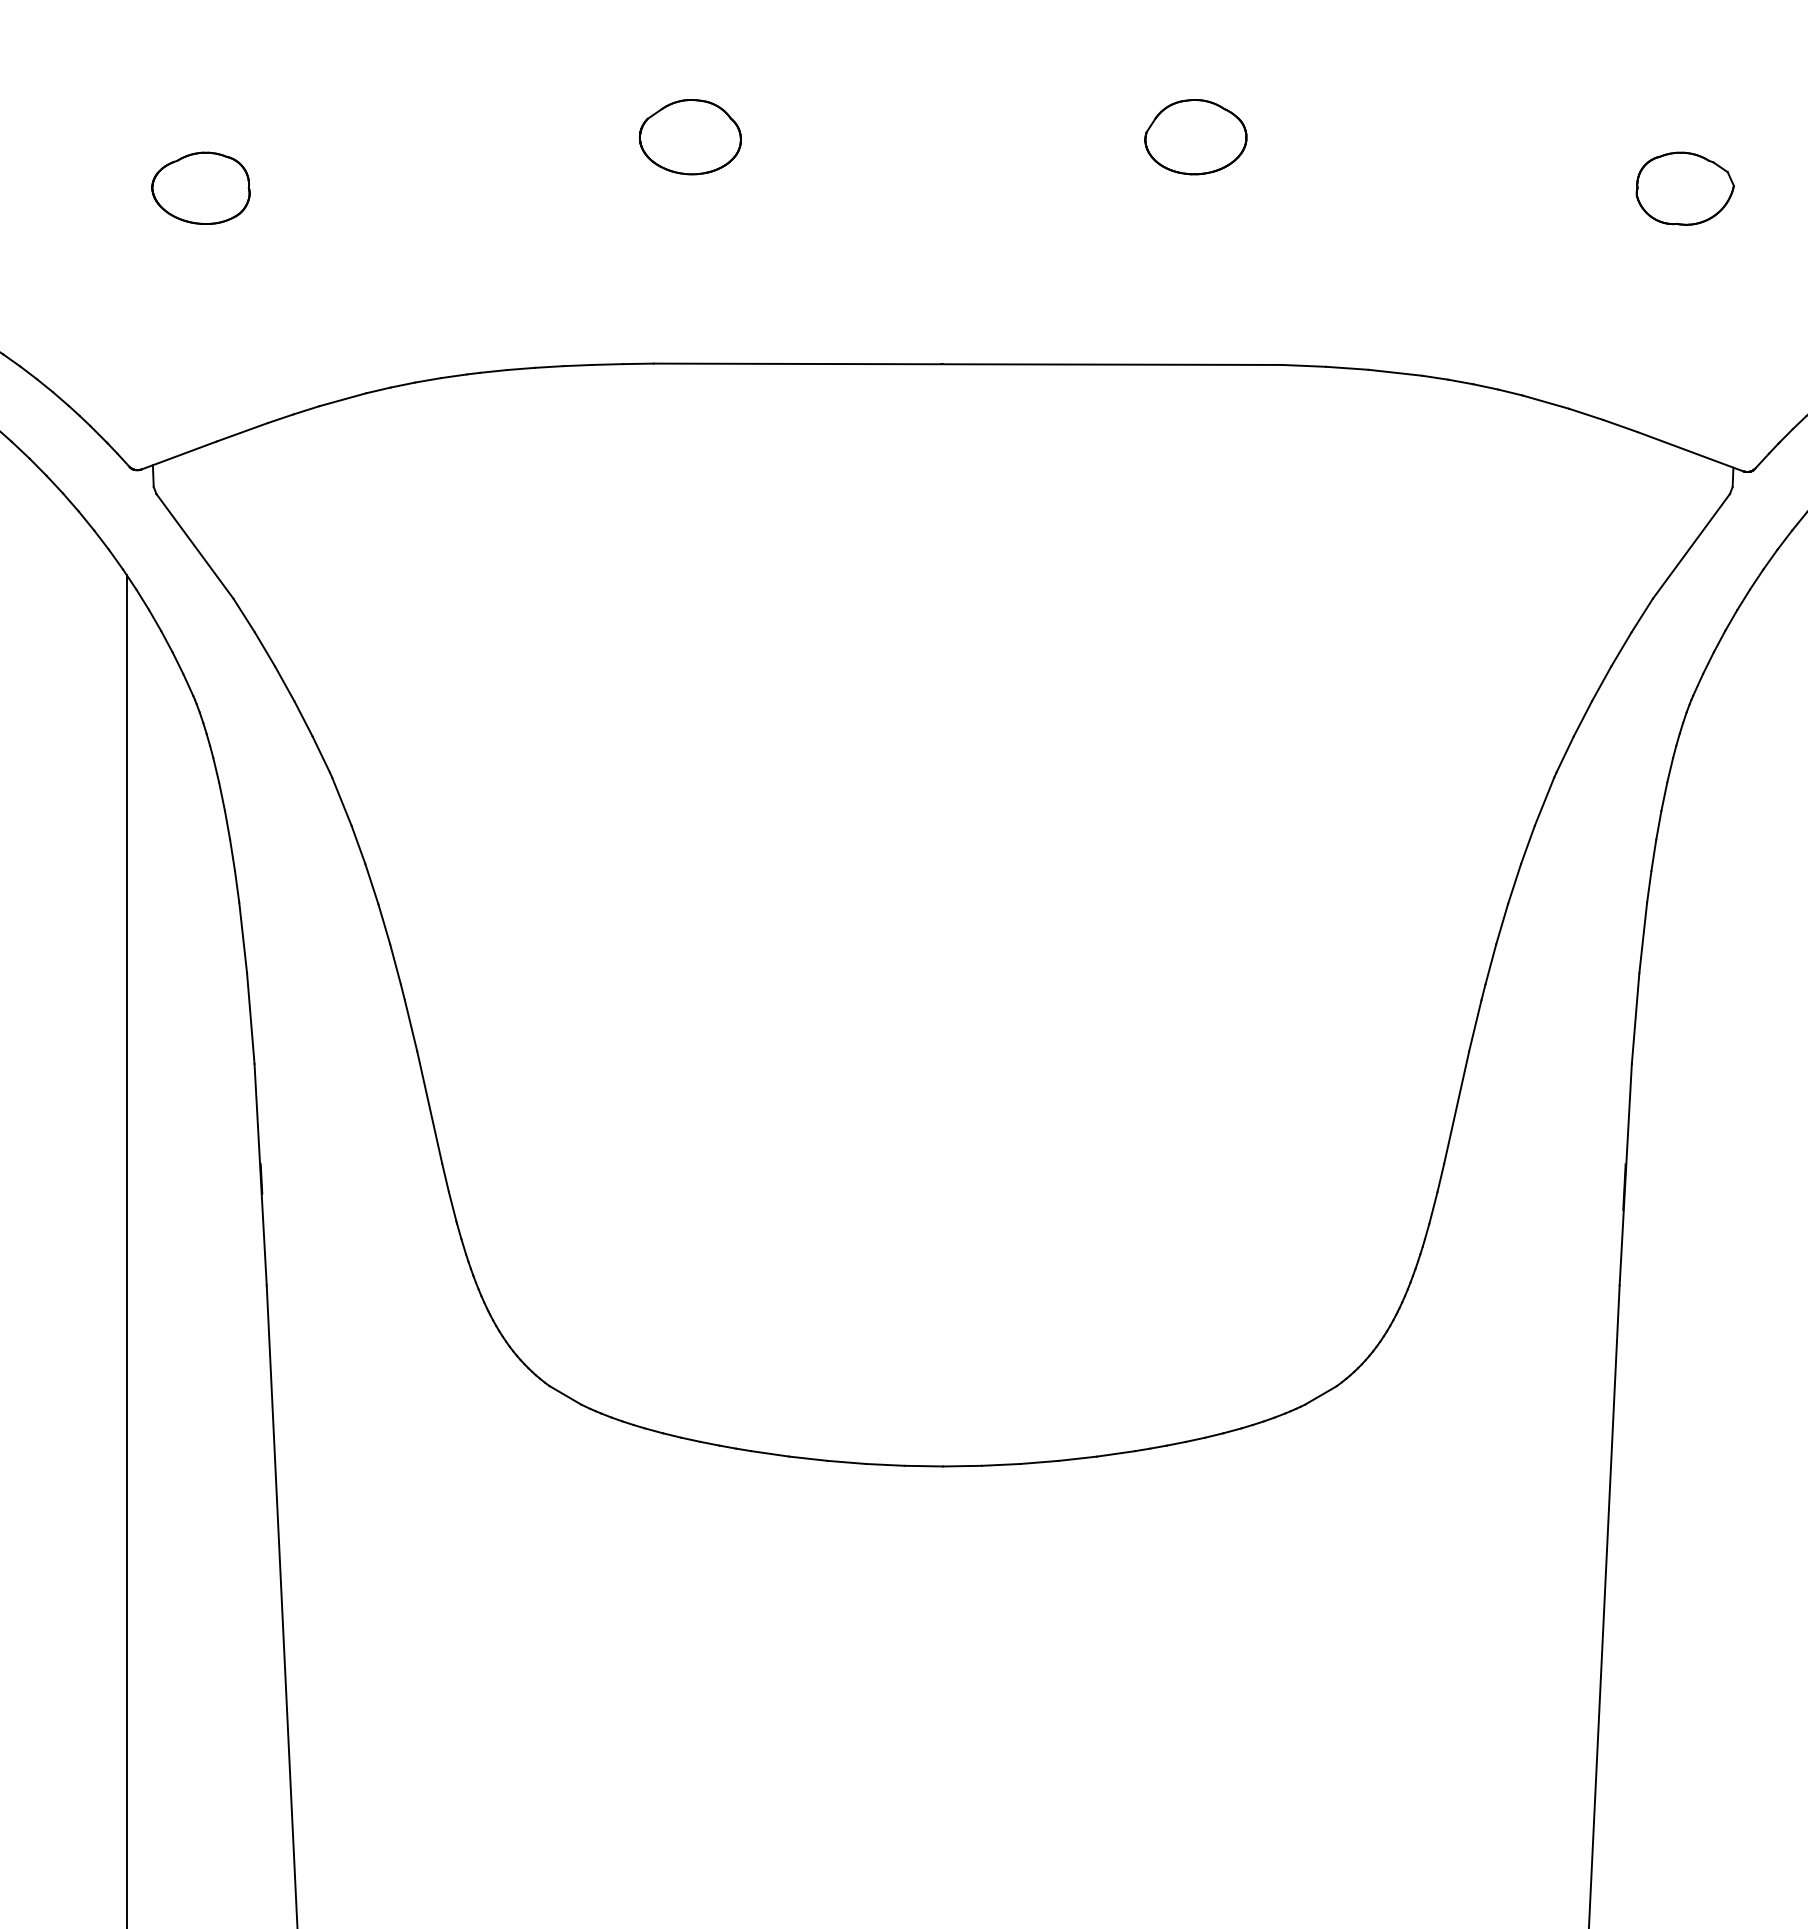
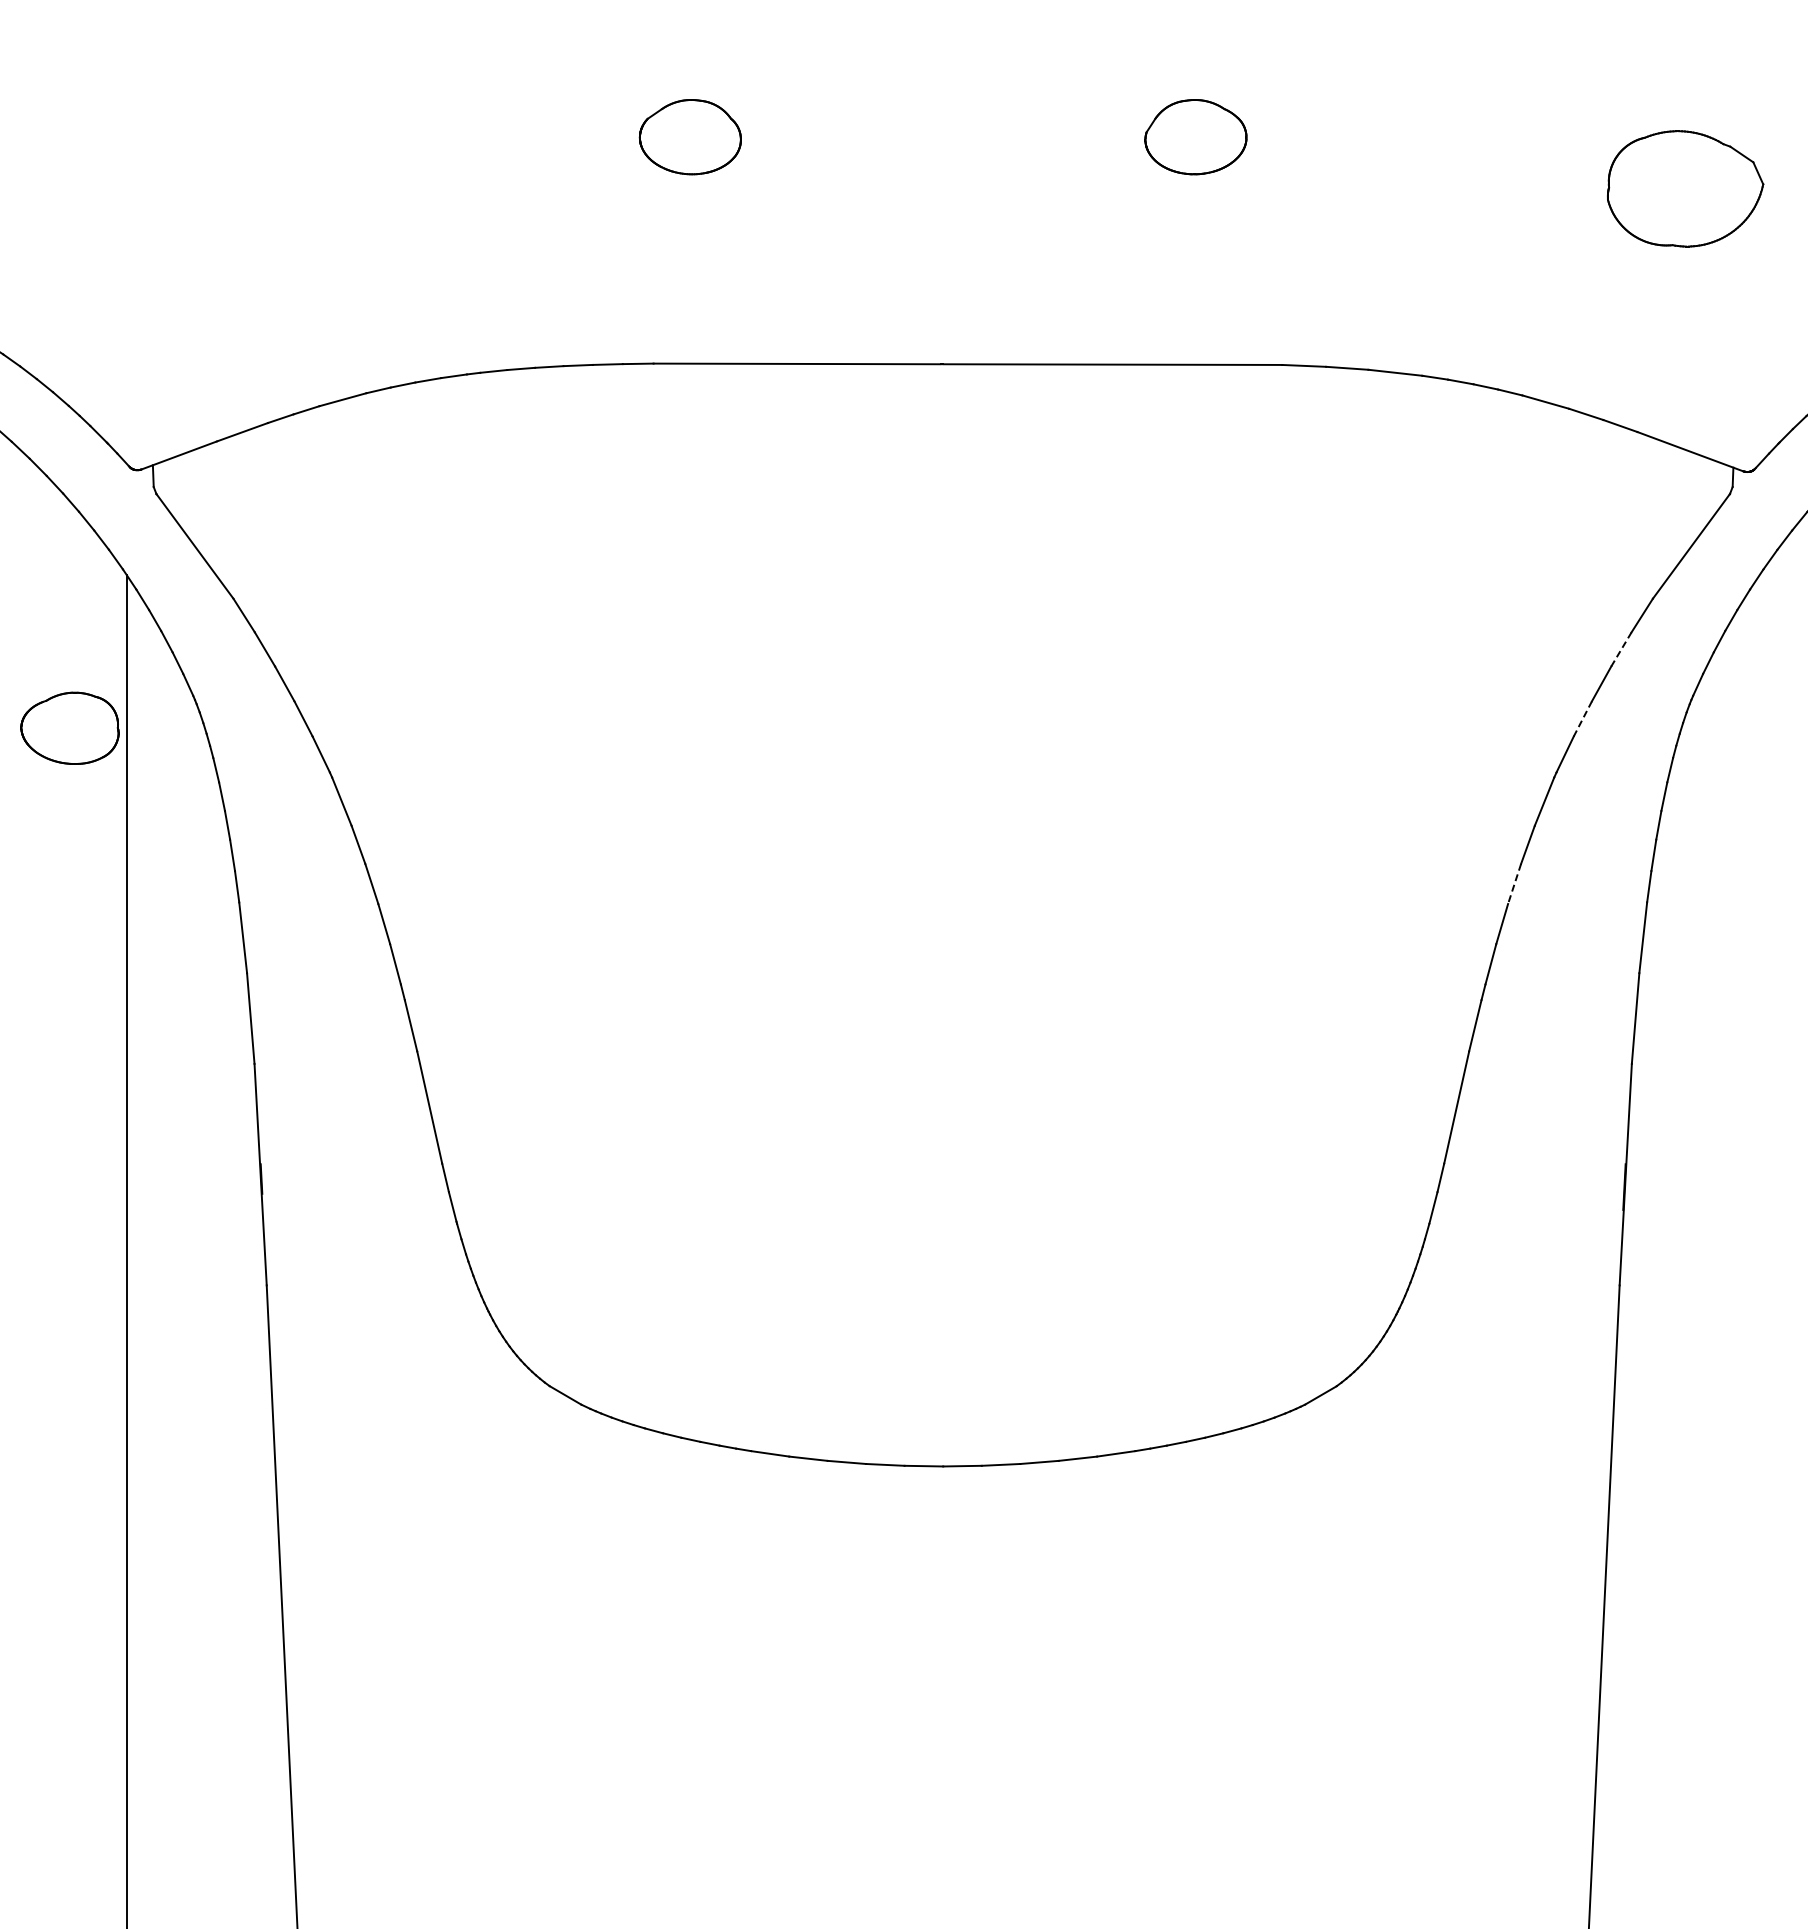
part at (200, 187) position: (200, 187) -> (69, 727)
part at (1684, 188) size: 100x75 px -> 158x118 px
line at (1621, 649): solid -> dashed
line at (1582, 718): solid -> dashed
line at (1514, 884): solid -> dashed
